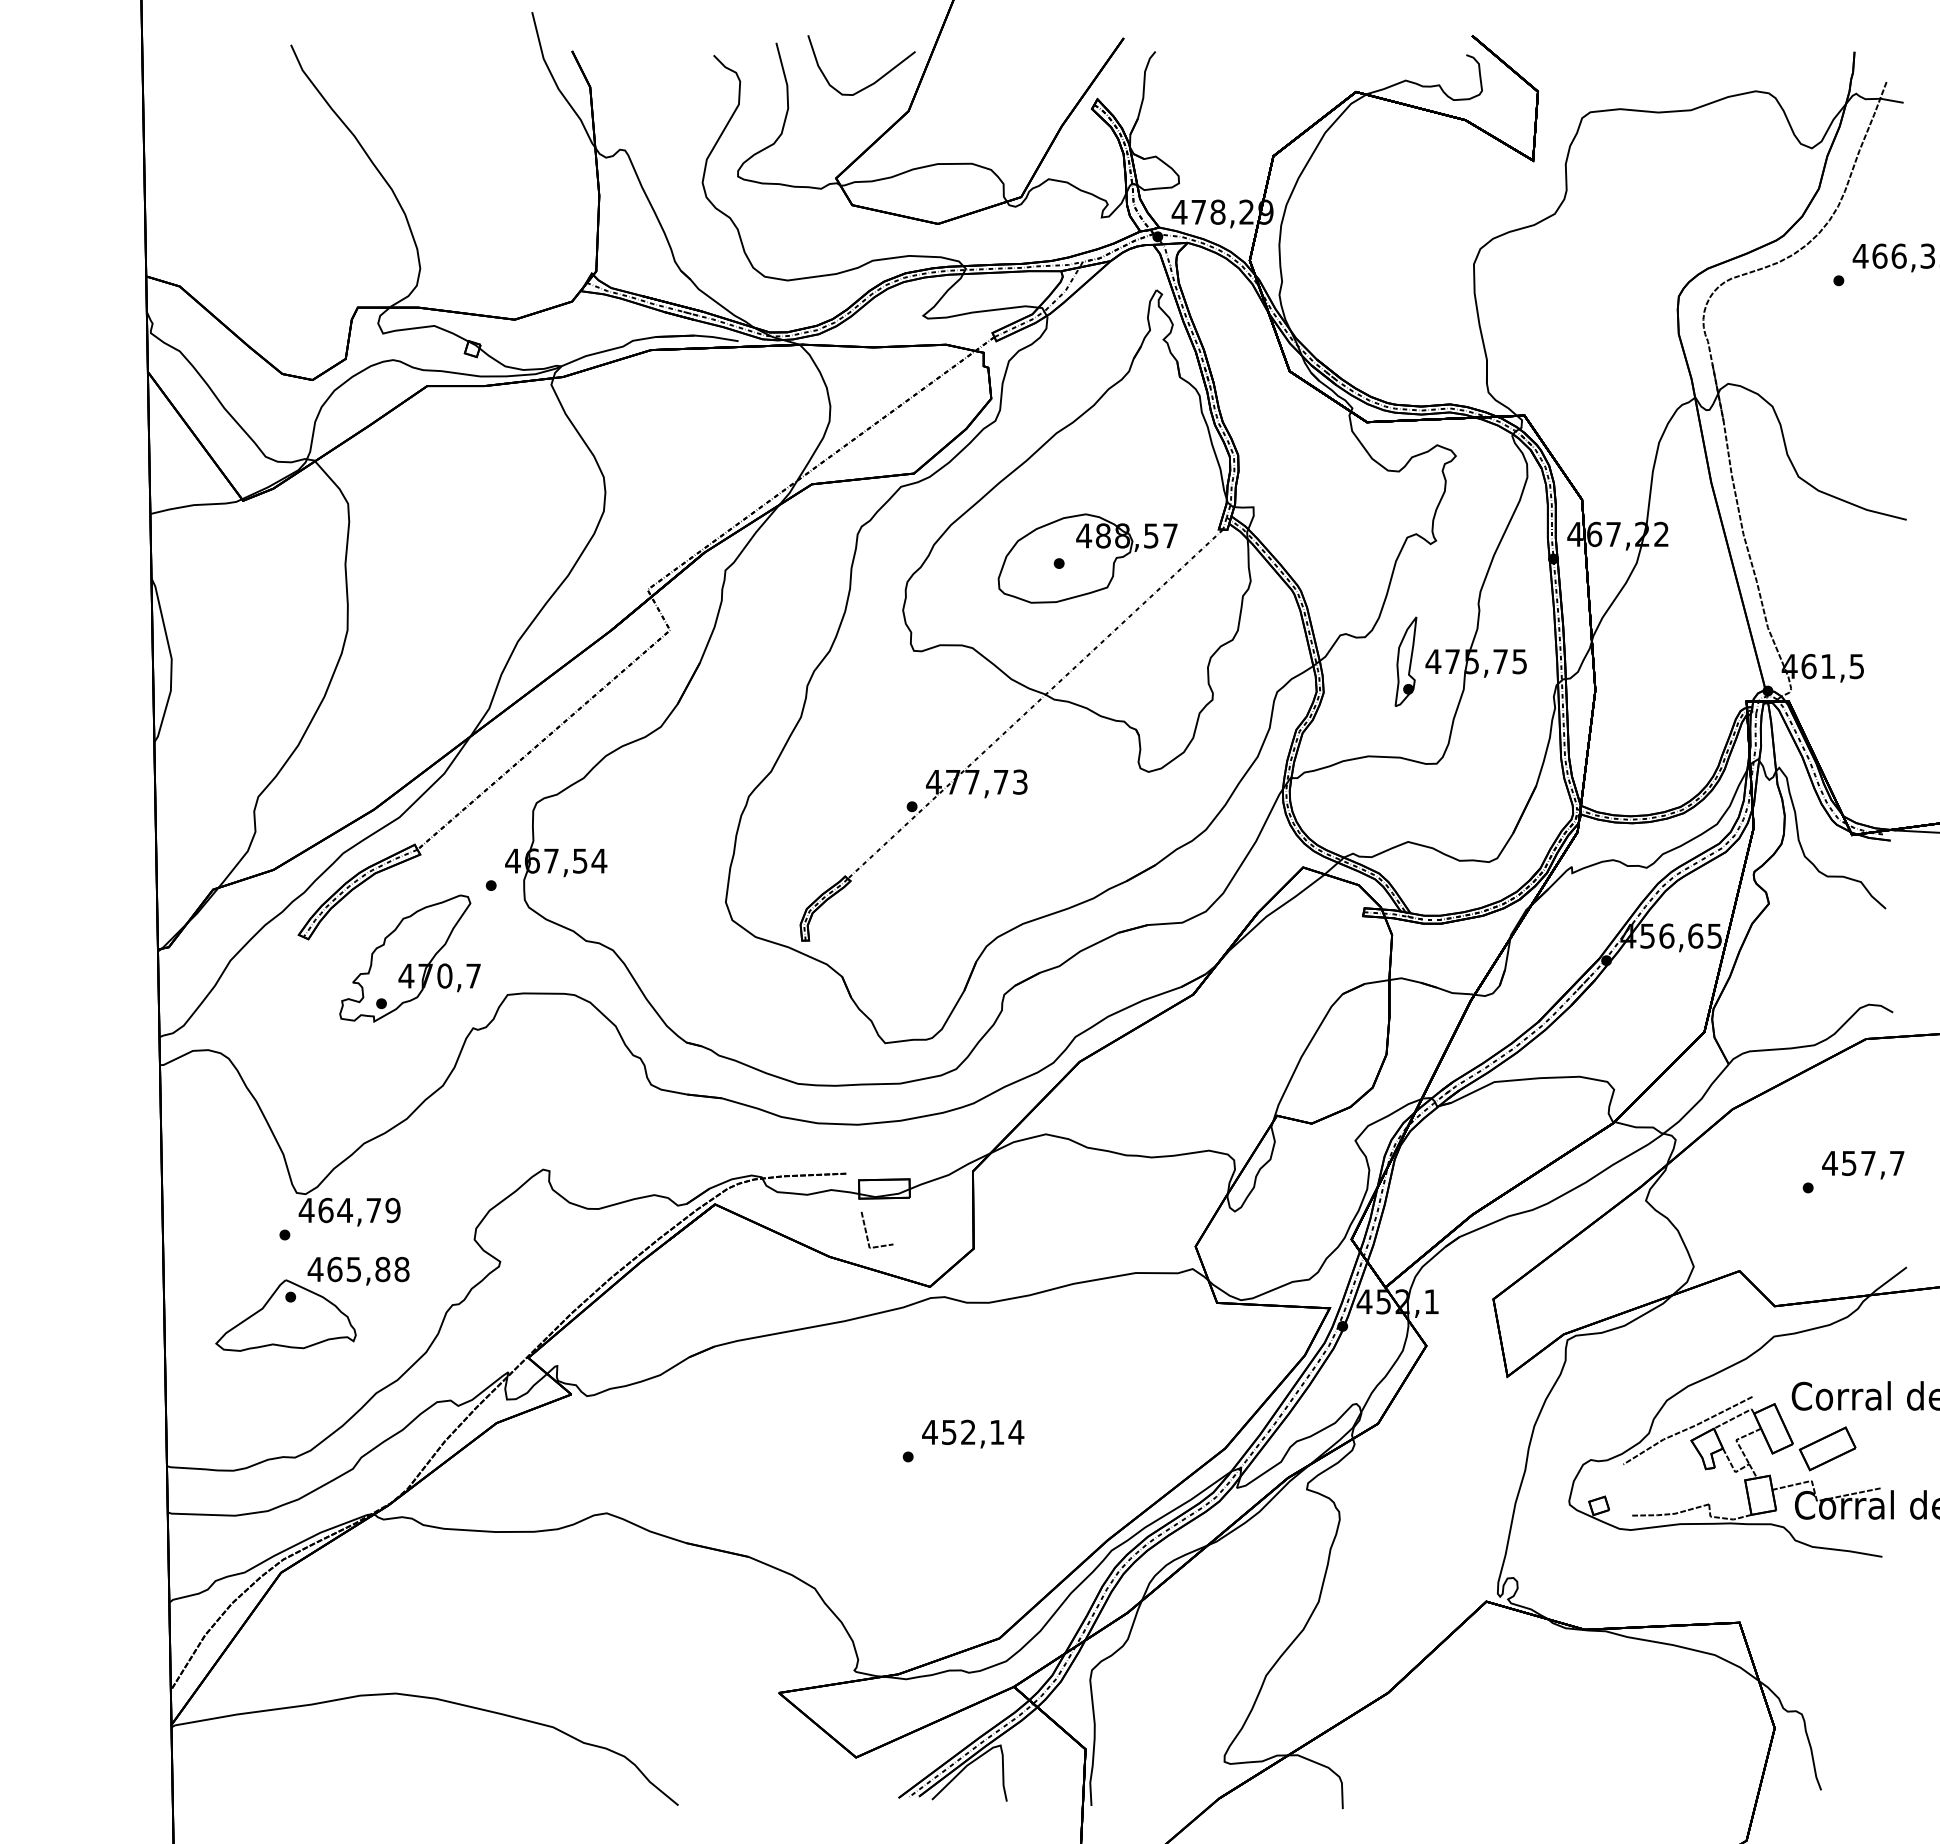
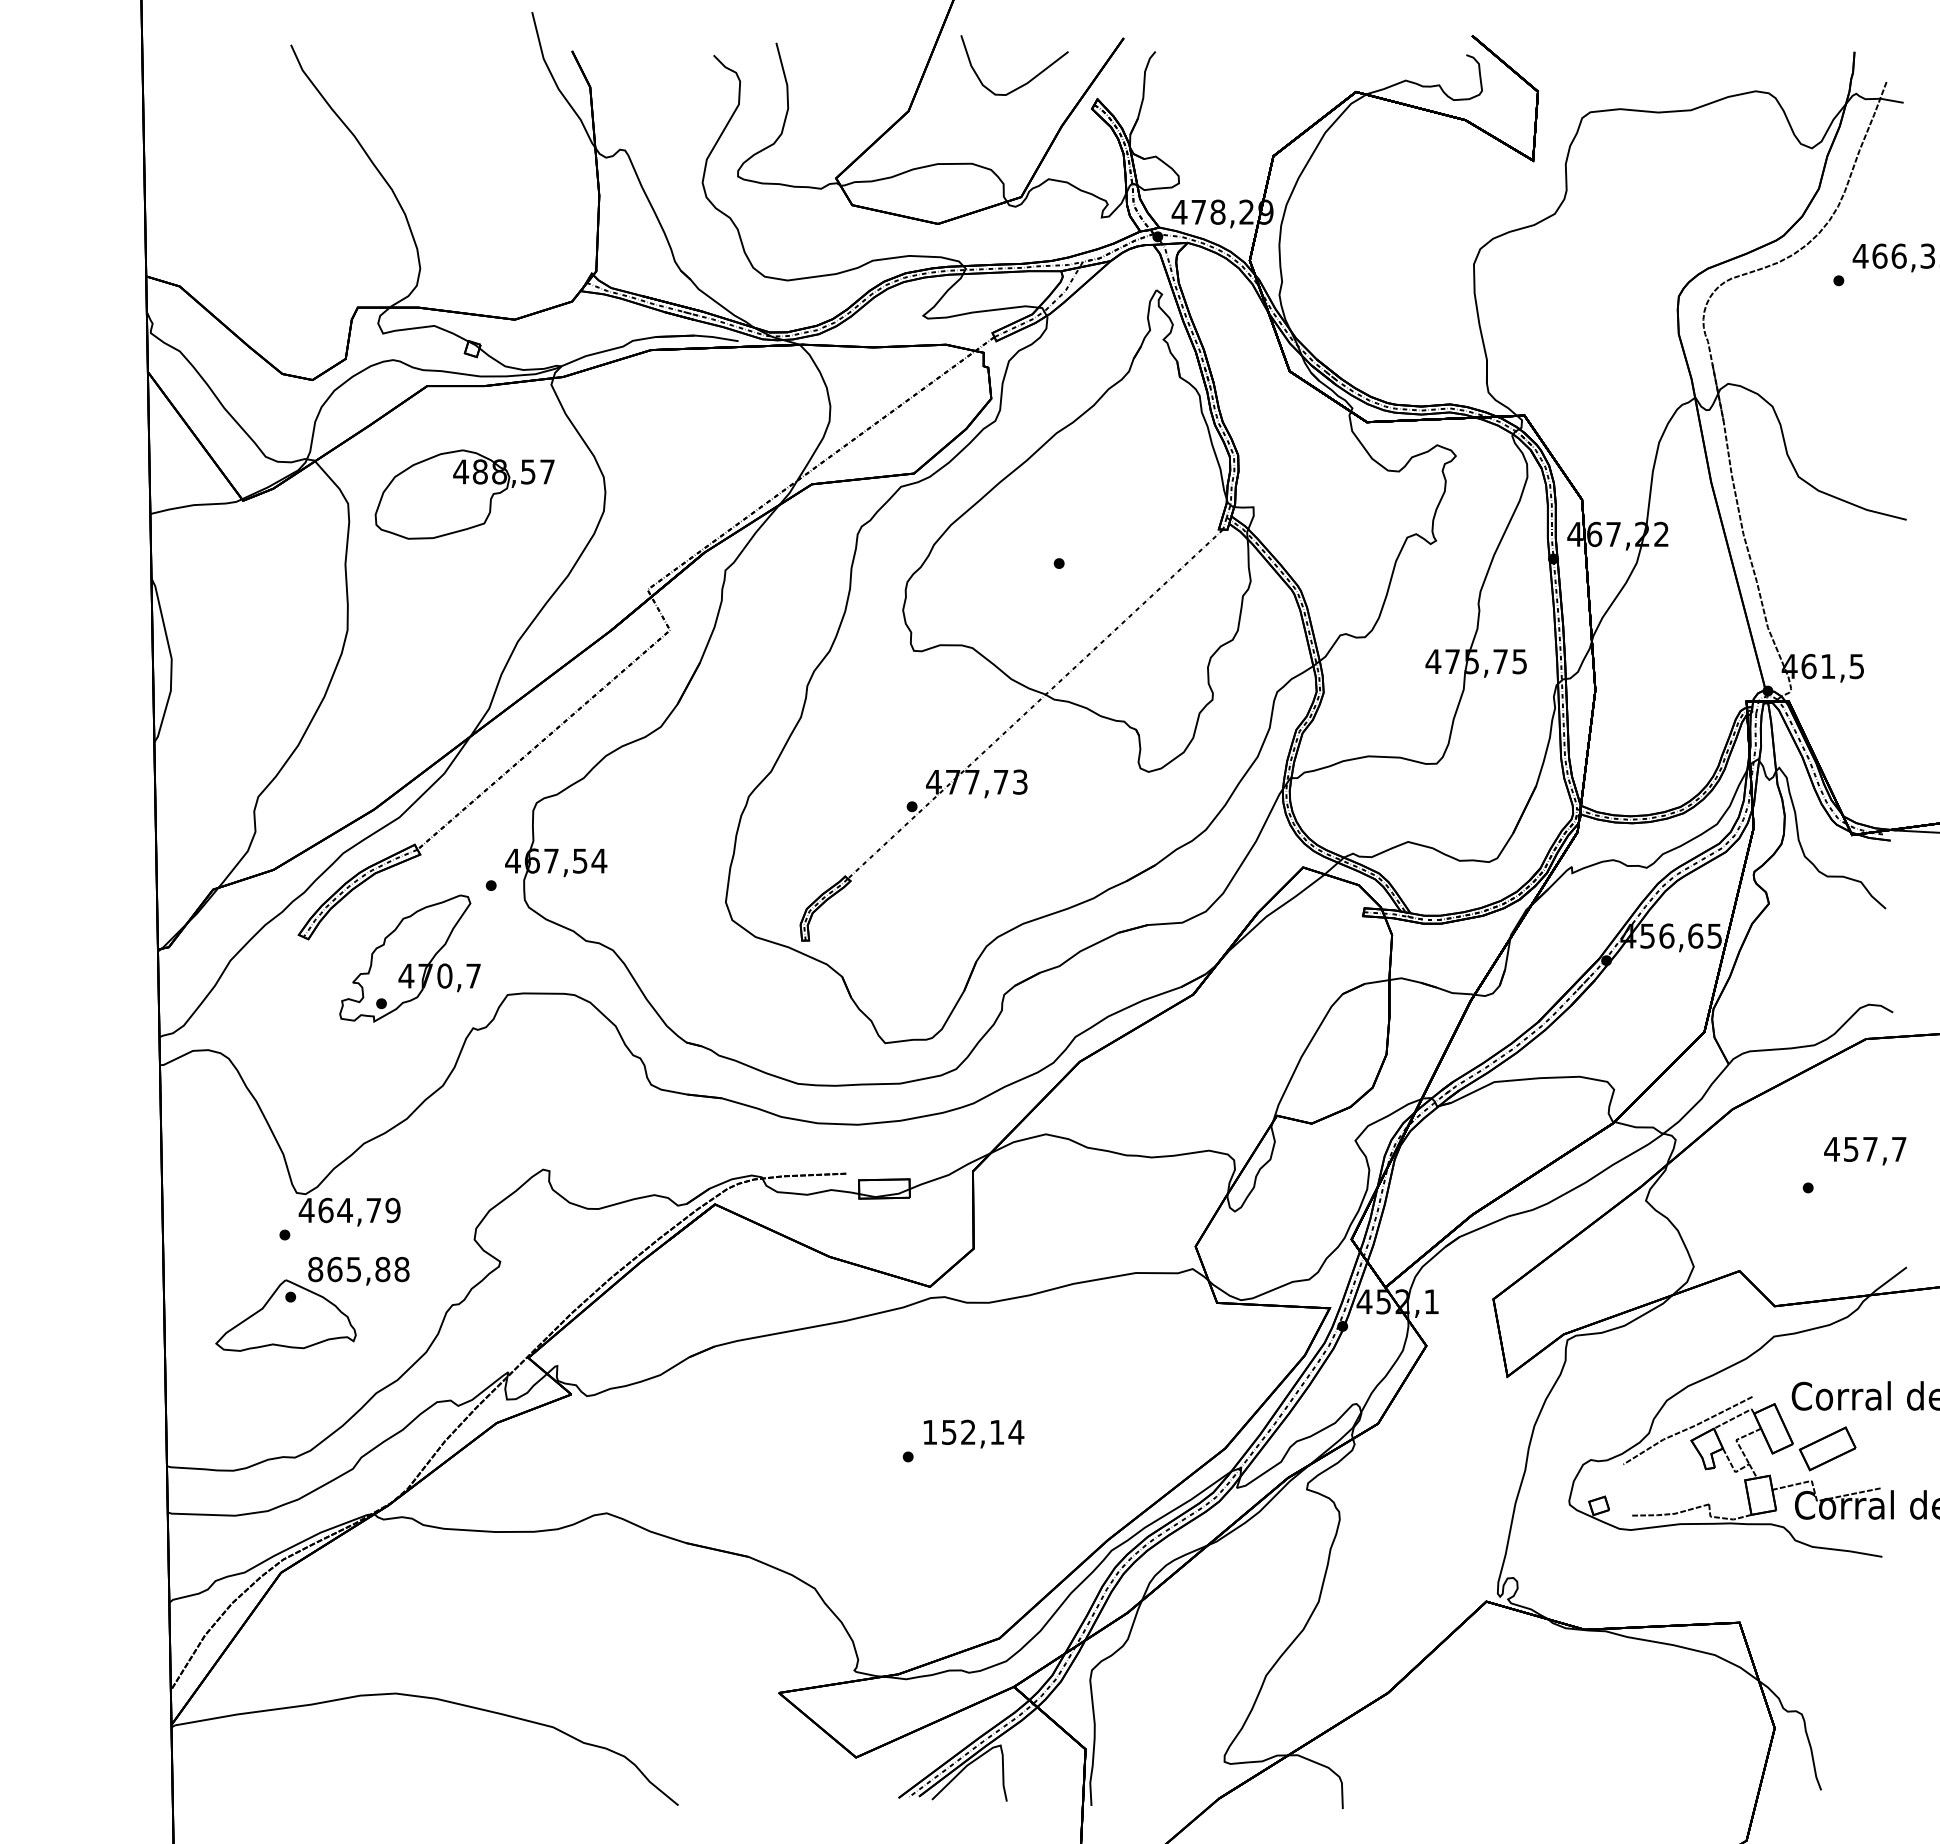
curve at (871, 83) position: (871, 83) -> (1024, 83)
part at (1087, 558) position: (1087, 558) -> (464, 494)
part at (1405, 661): present -> none
text at (1863, 1165) position: (1863, 1165) -> (1865, 1151)
line at (867, 1232): present -> none
text at (315, 1269): 465,88 -> 865,88
text at (929, 1432): 452,14 -> 152,14
